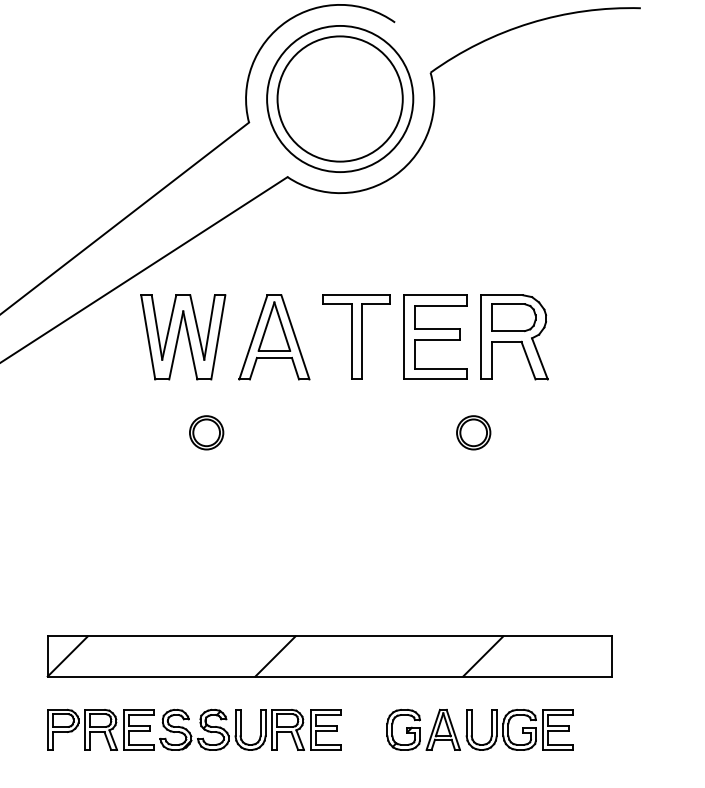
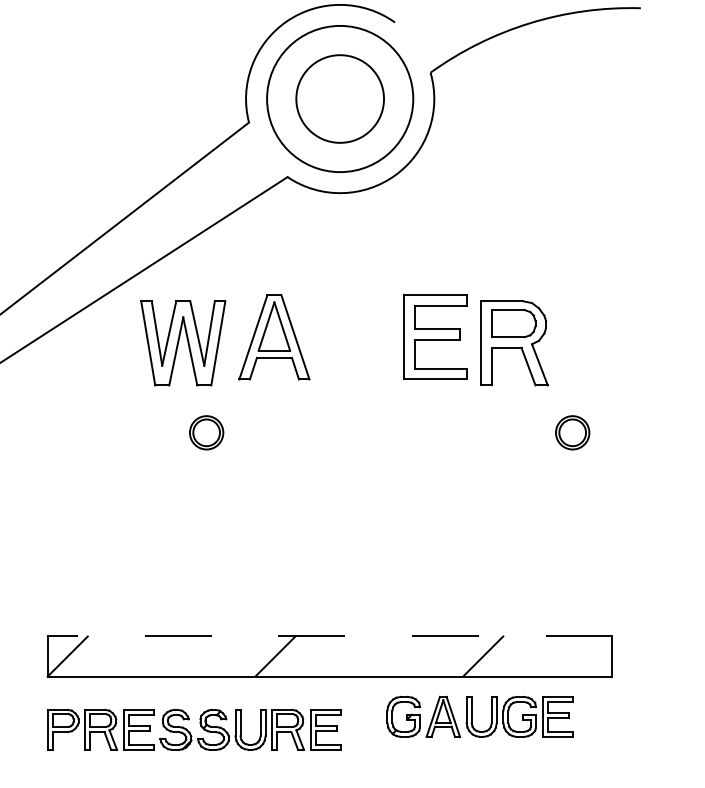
circle at (339, 98) diameter: 125 px -> 88 px
part at (356, 336): present -> none
part at (183, 337) position: (183, 337) -> (183, 343)
part at (514, 337) position: (514, 337) -> (514, 343)
part at (473, 432) position: (473, 432) -> (572, 432)
line at (329, 636): solid -> dashed
part at (472, 729) position: (472, 729) -> (472, 716)
